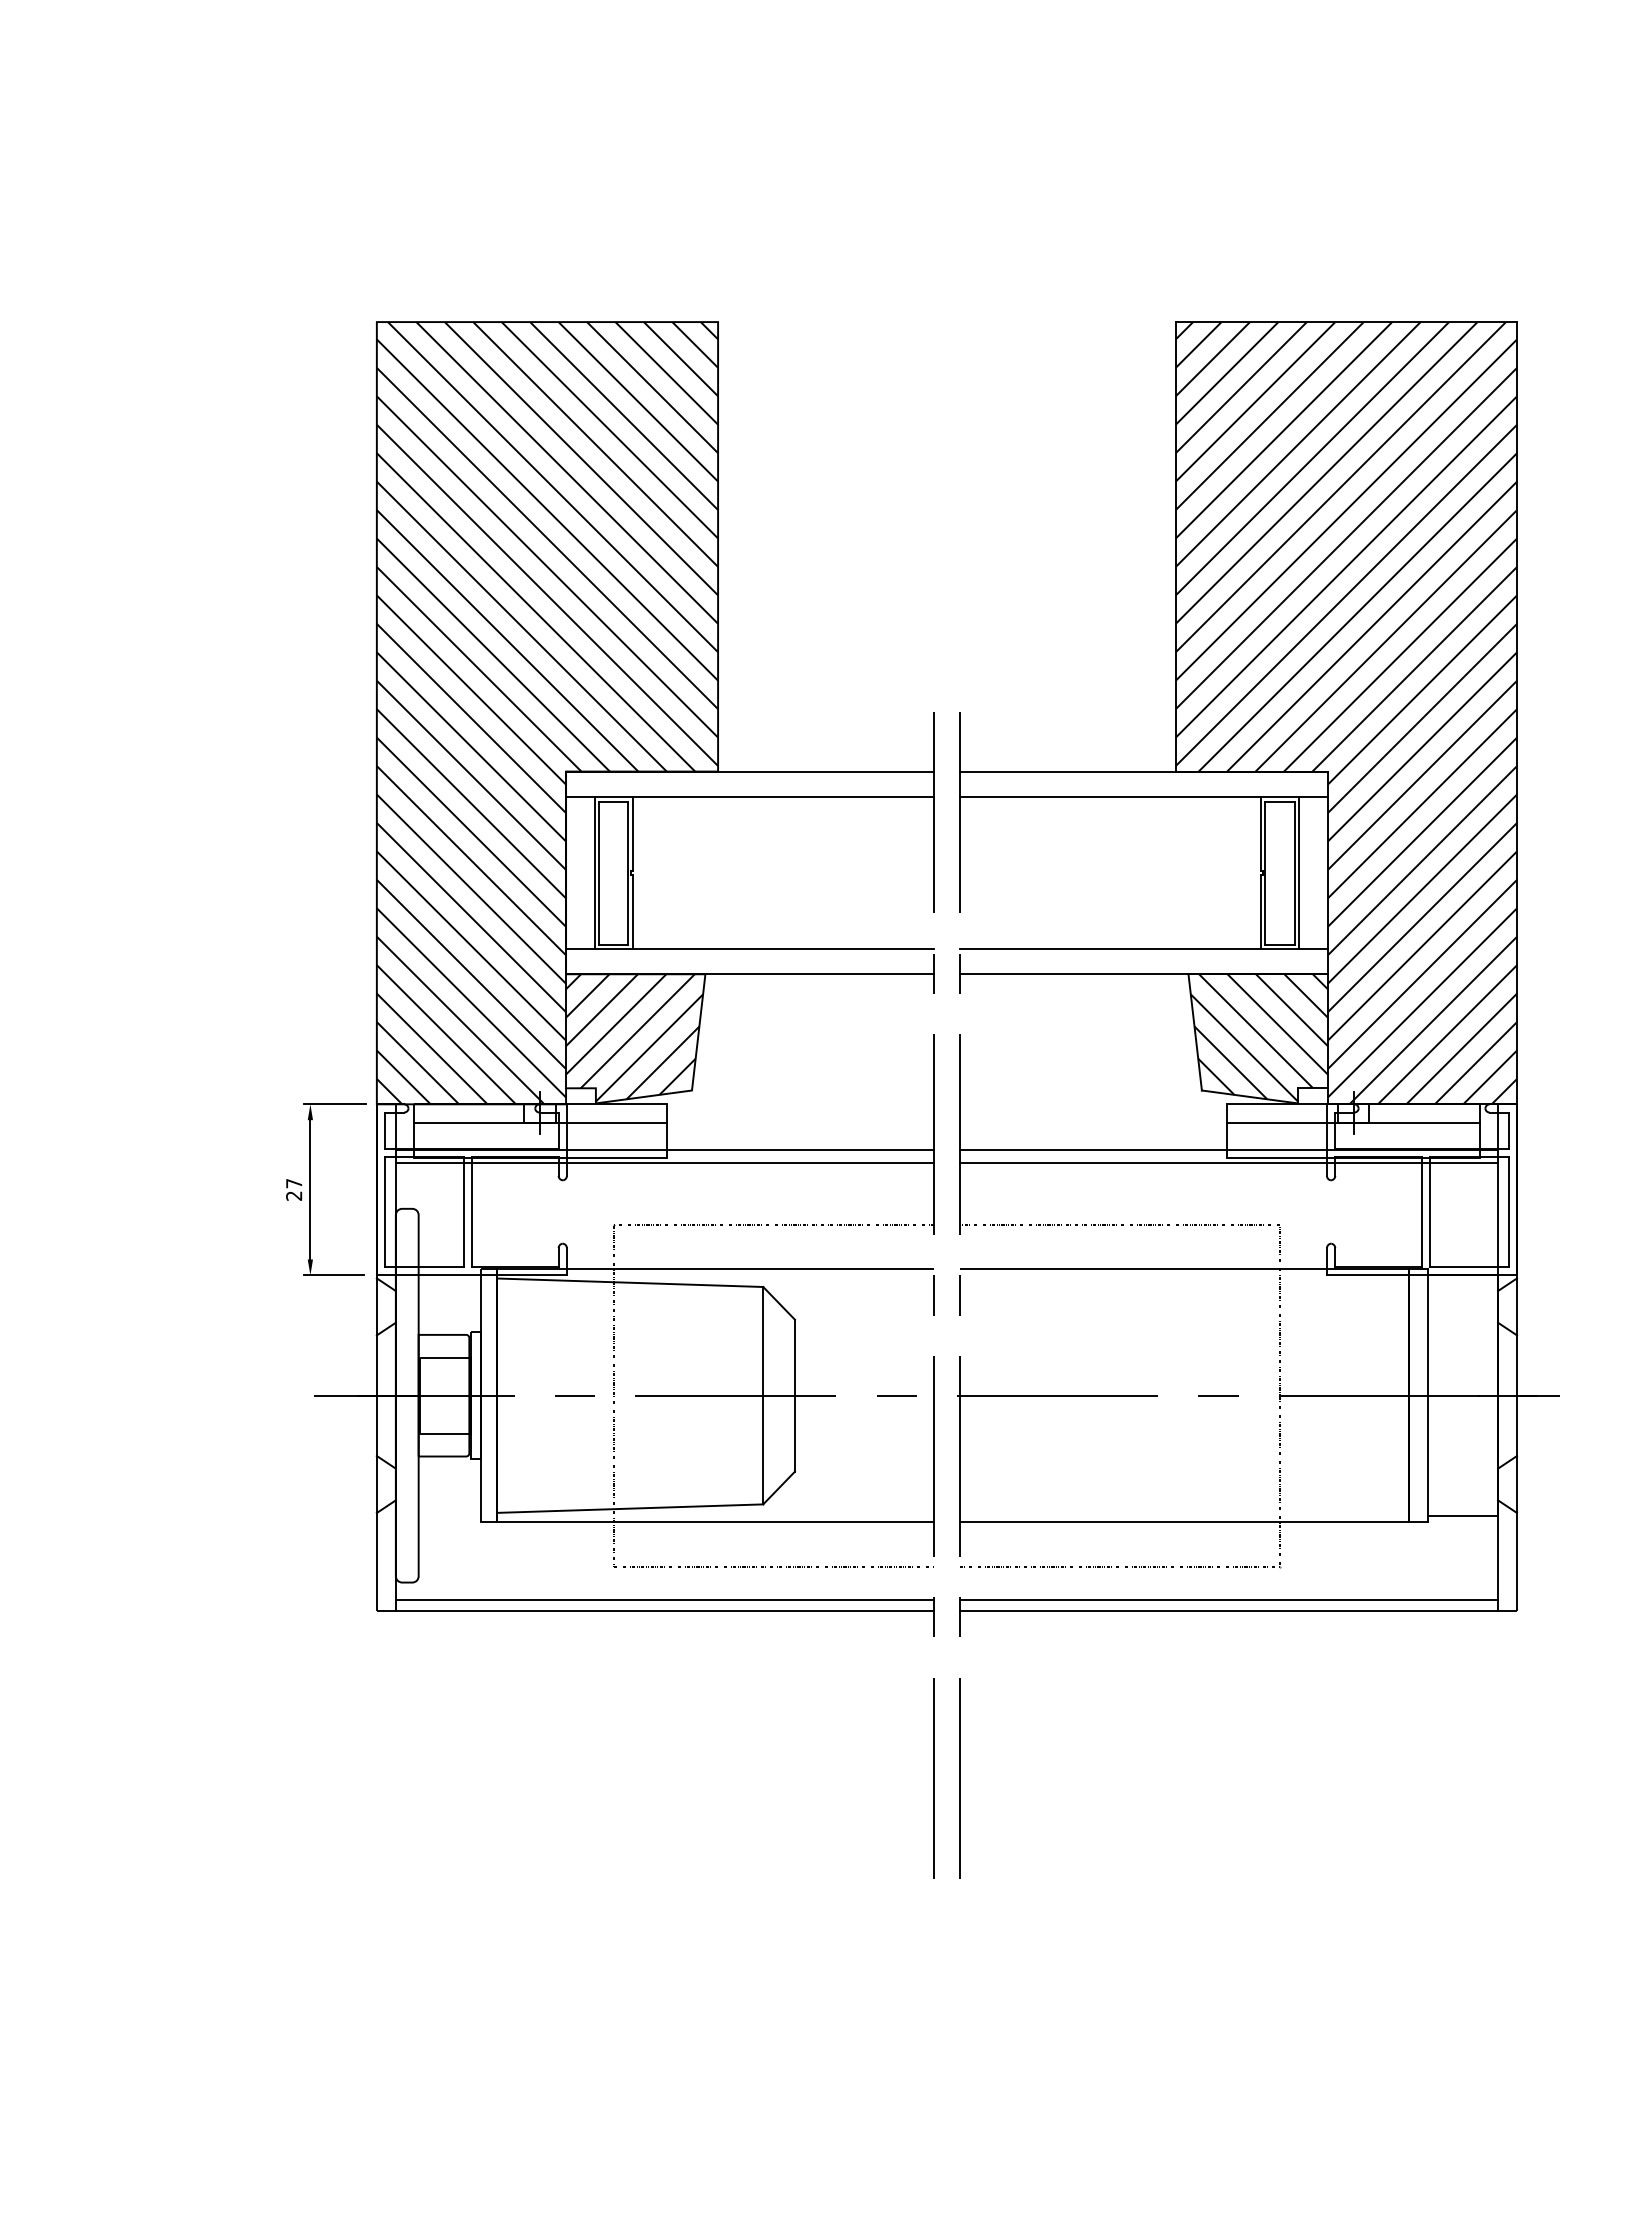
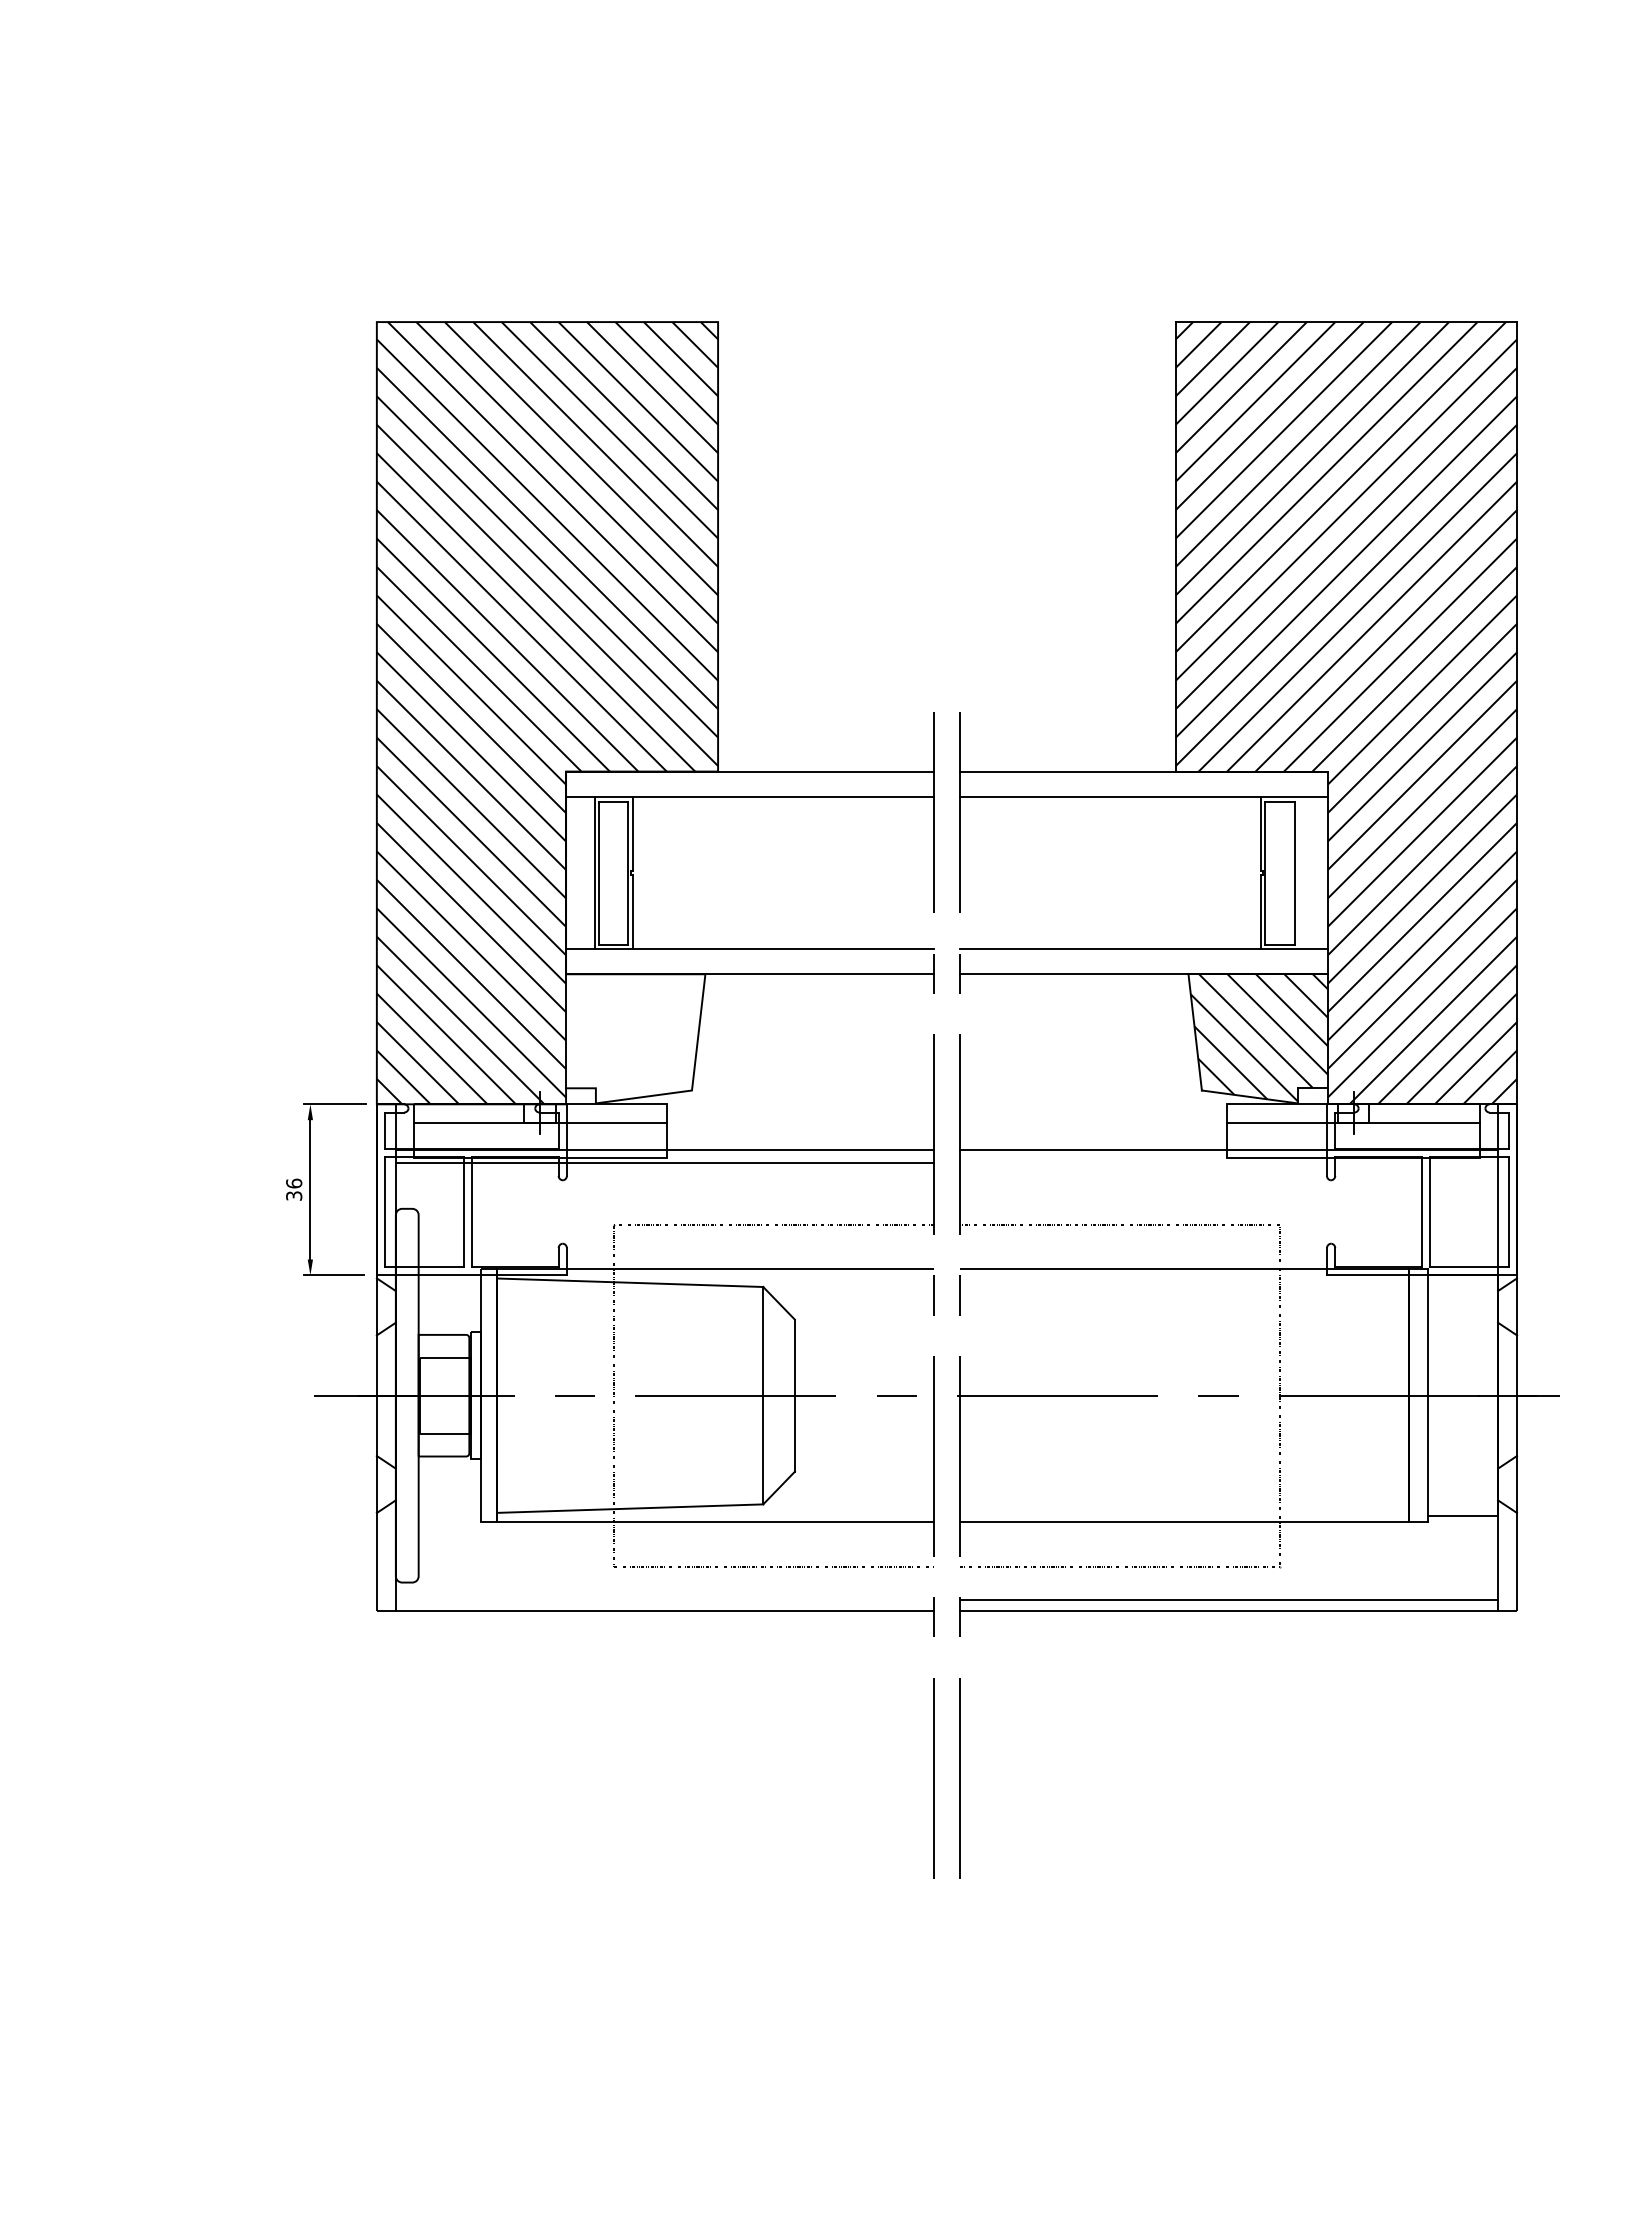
line at (1299, 872): present -> none
hatch at (634, 1037): present -> none
line at (1228, 1163): present -> none
text at (294, 1189): 27 -> 36
line at (664, 1599): present -> none
